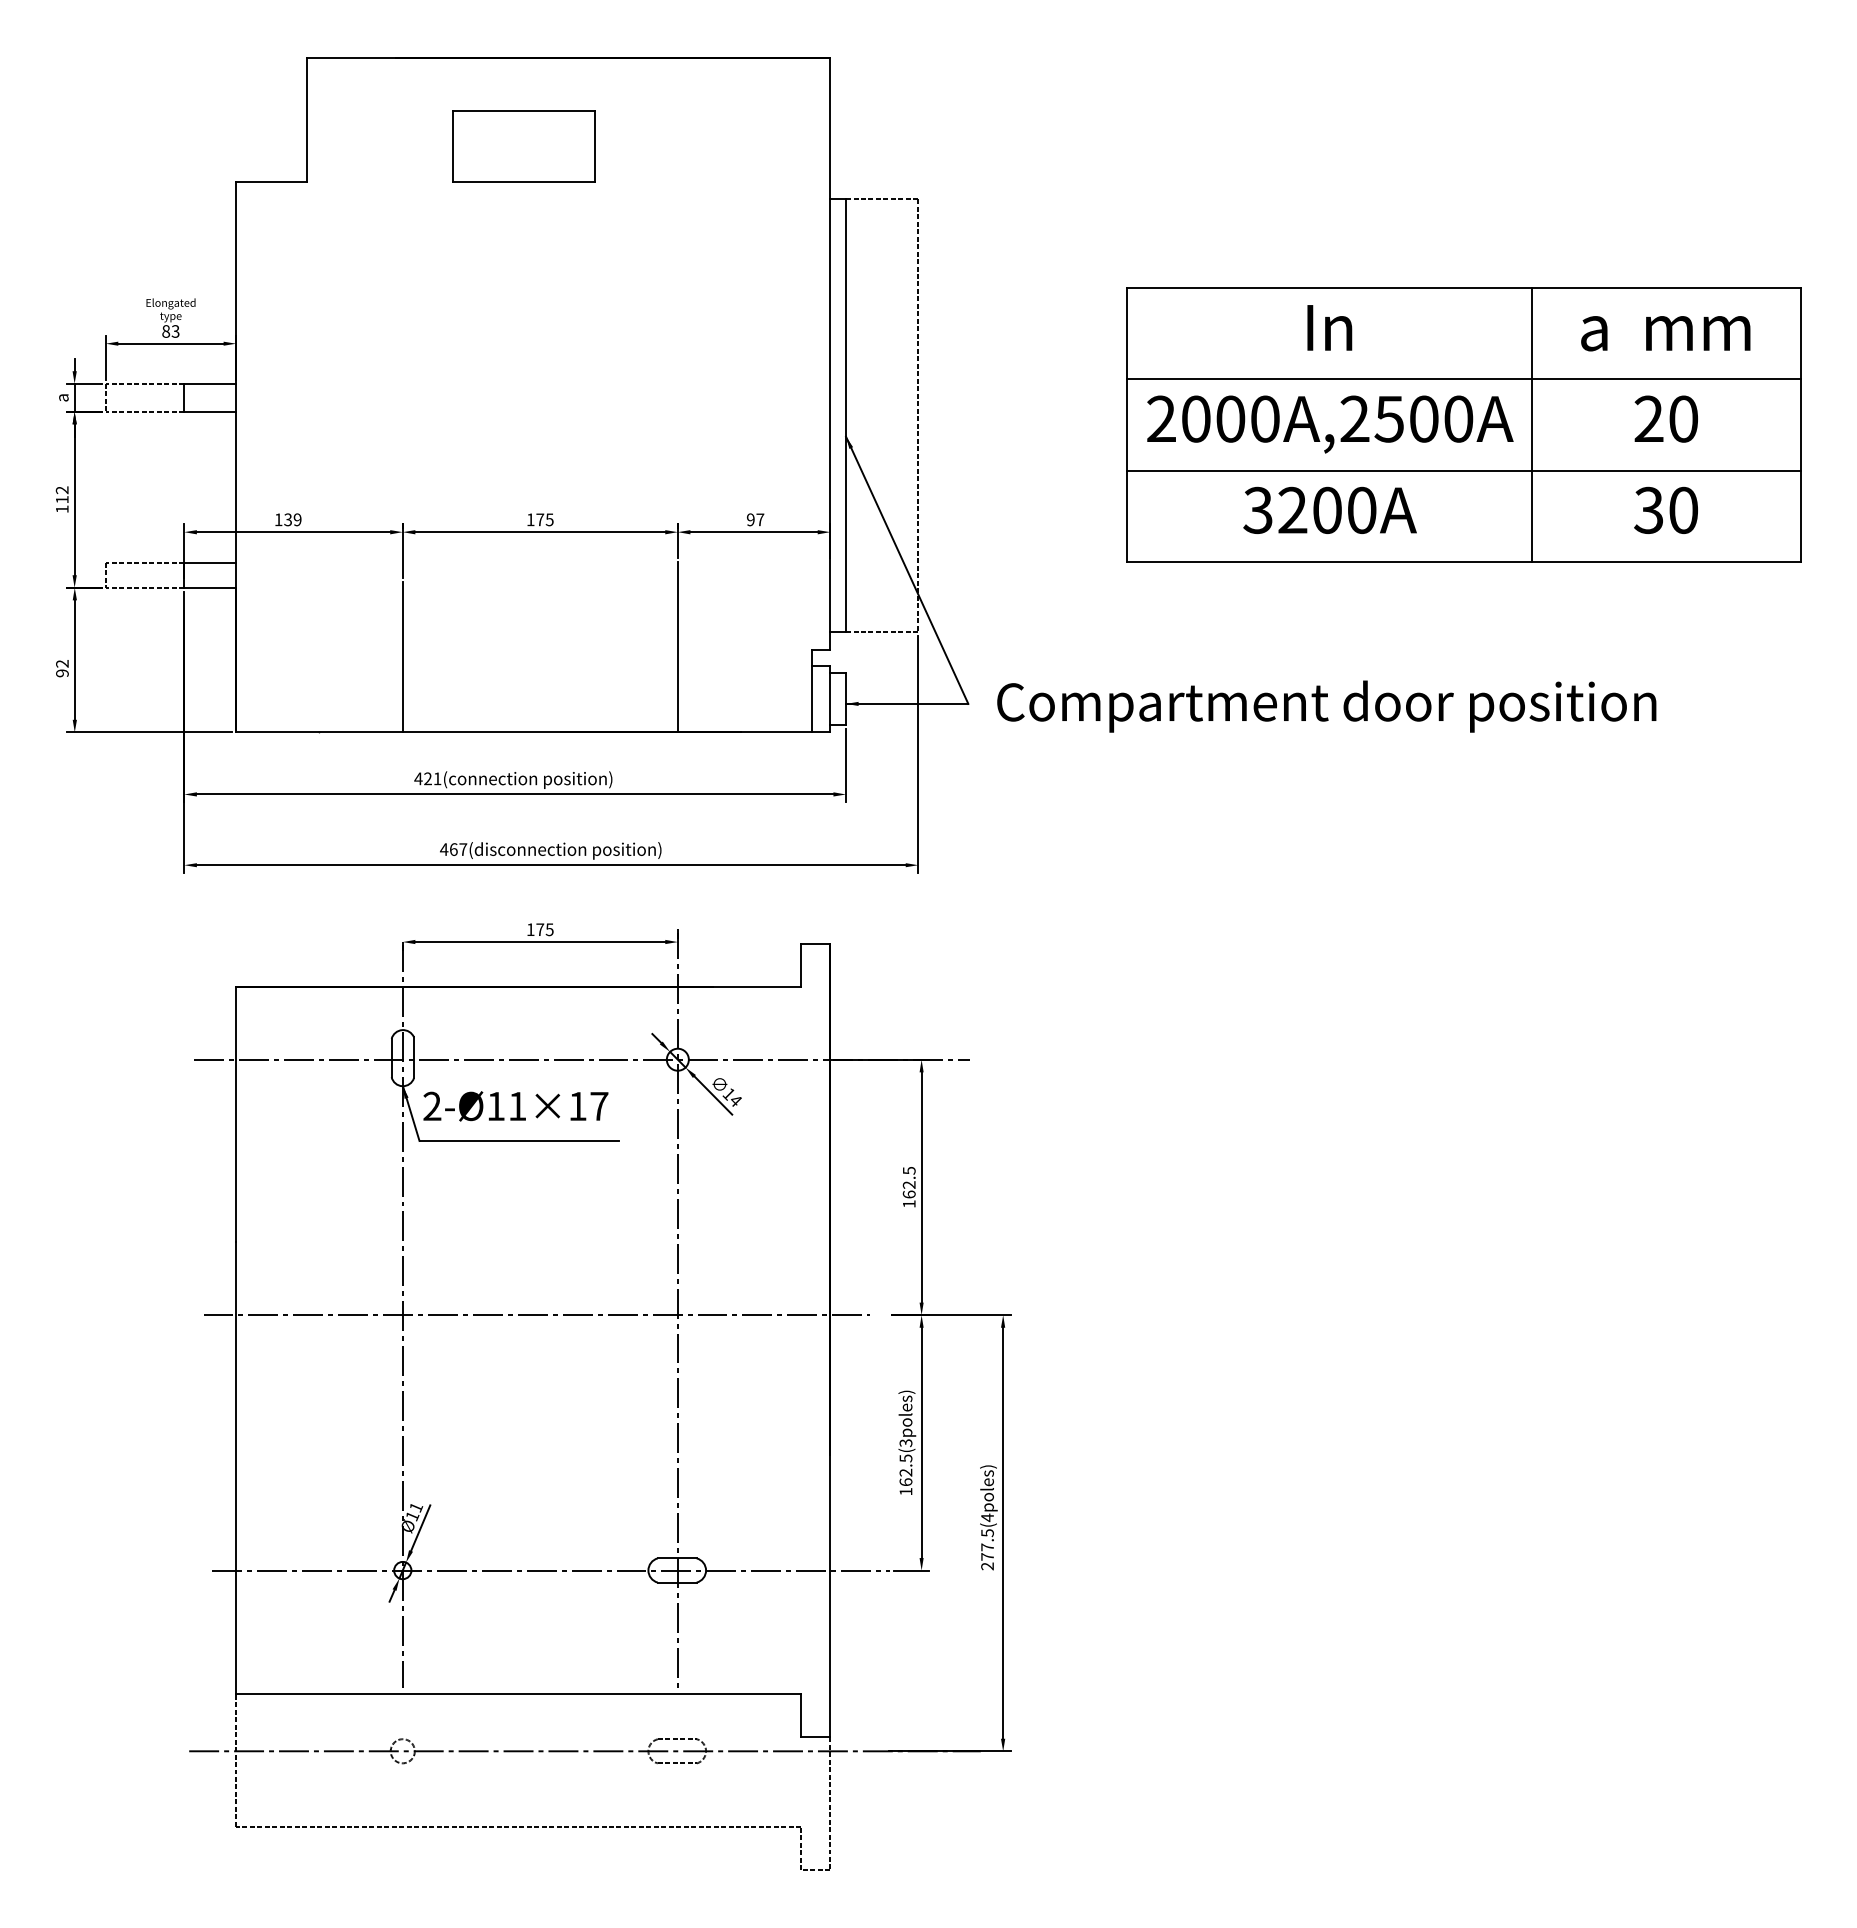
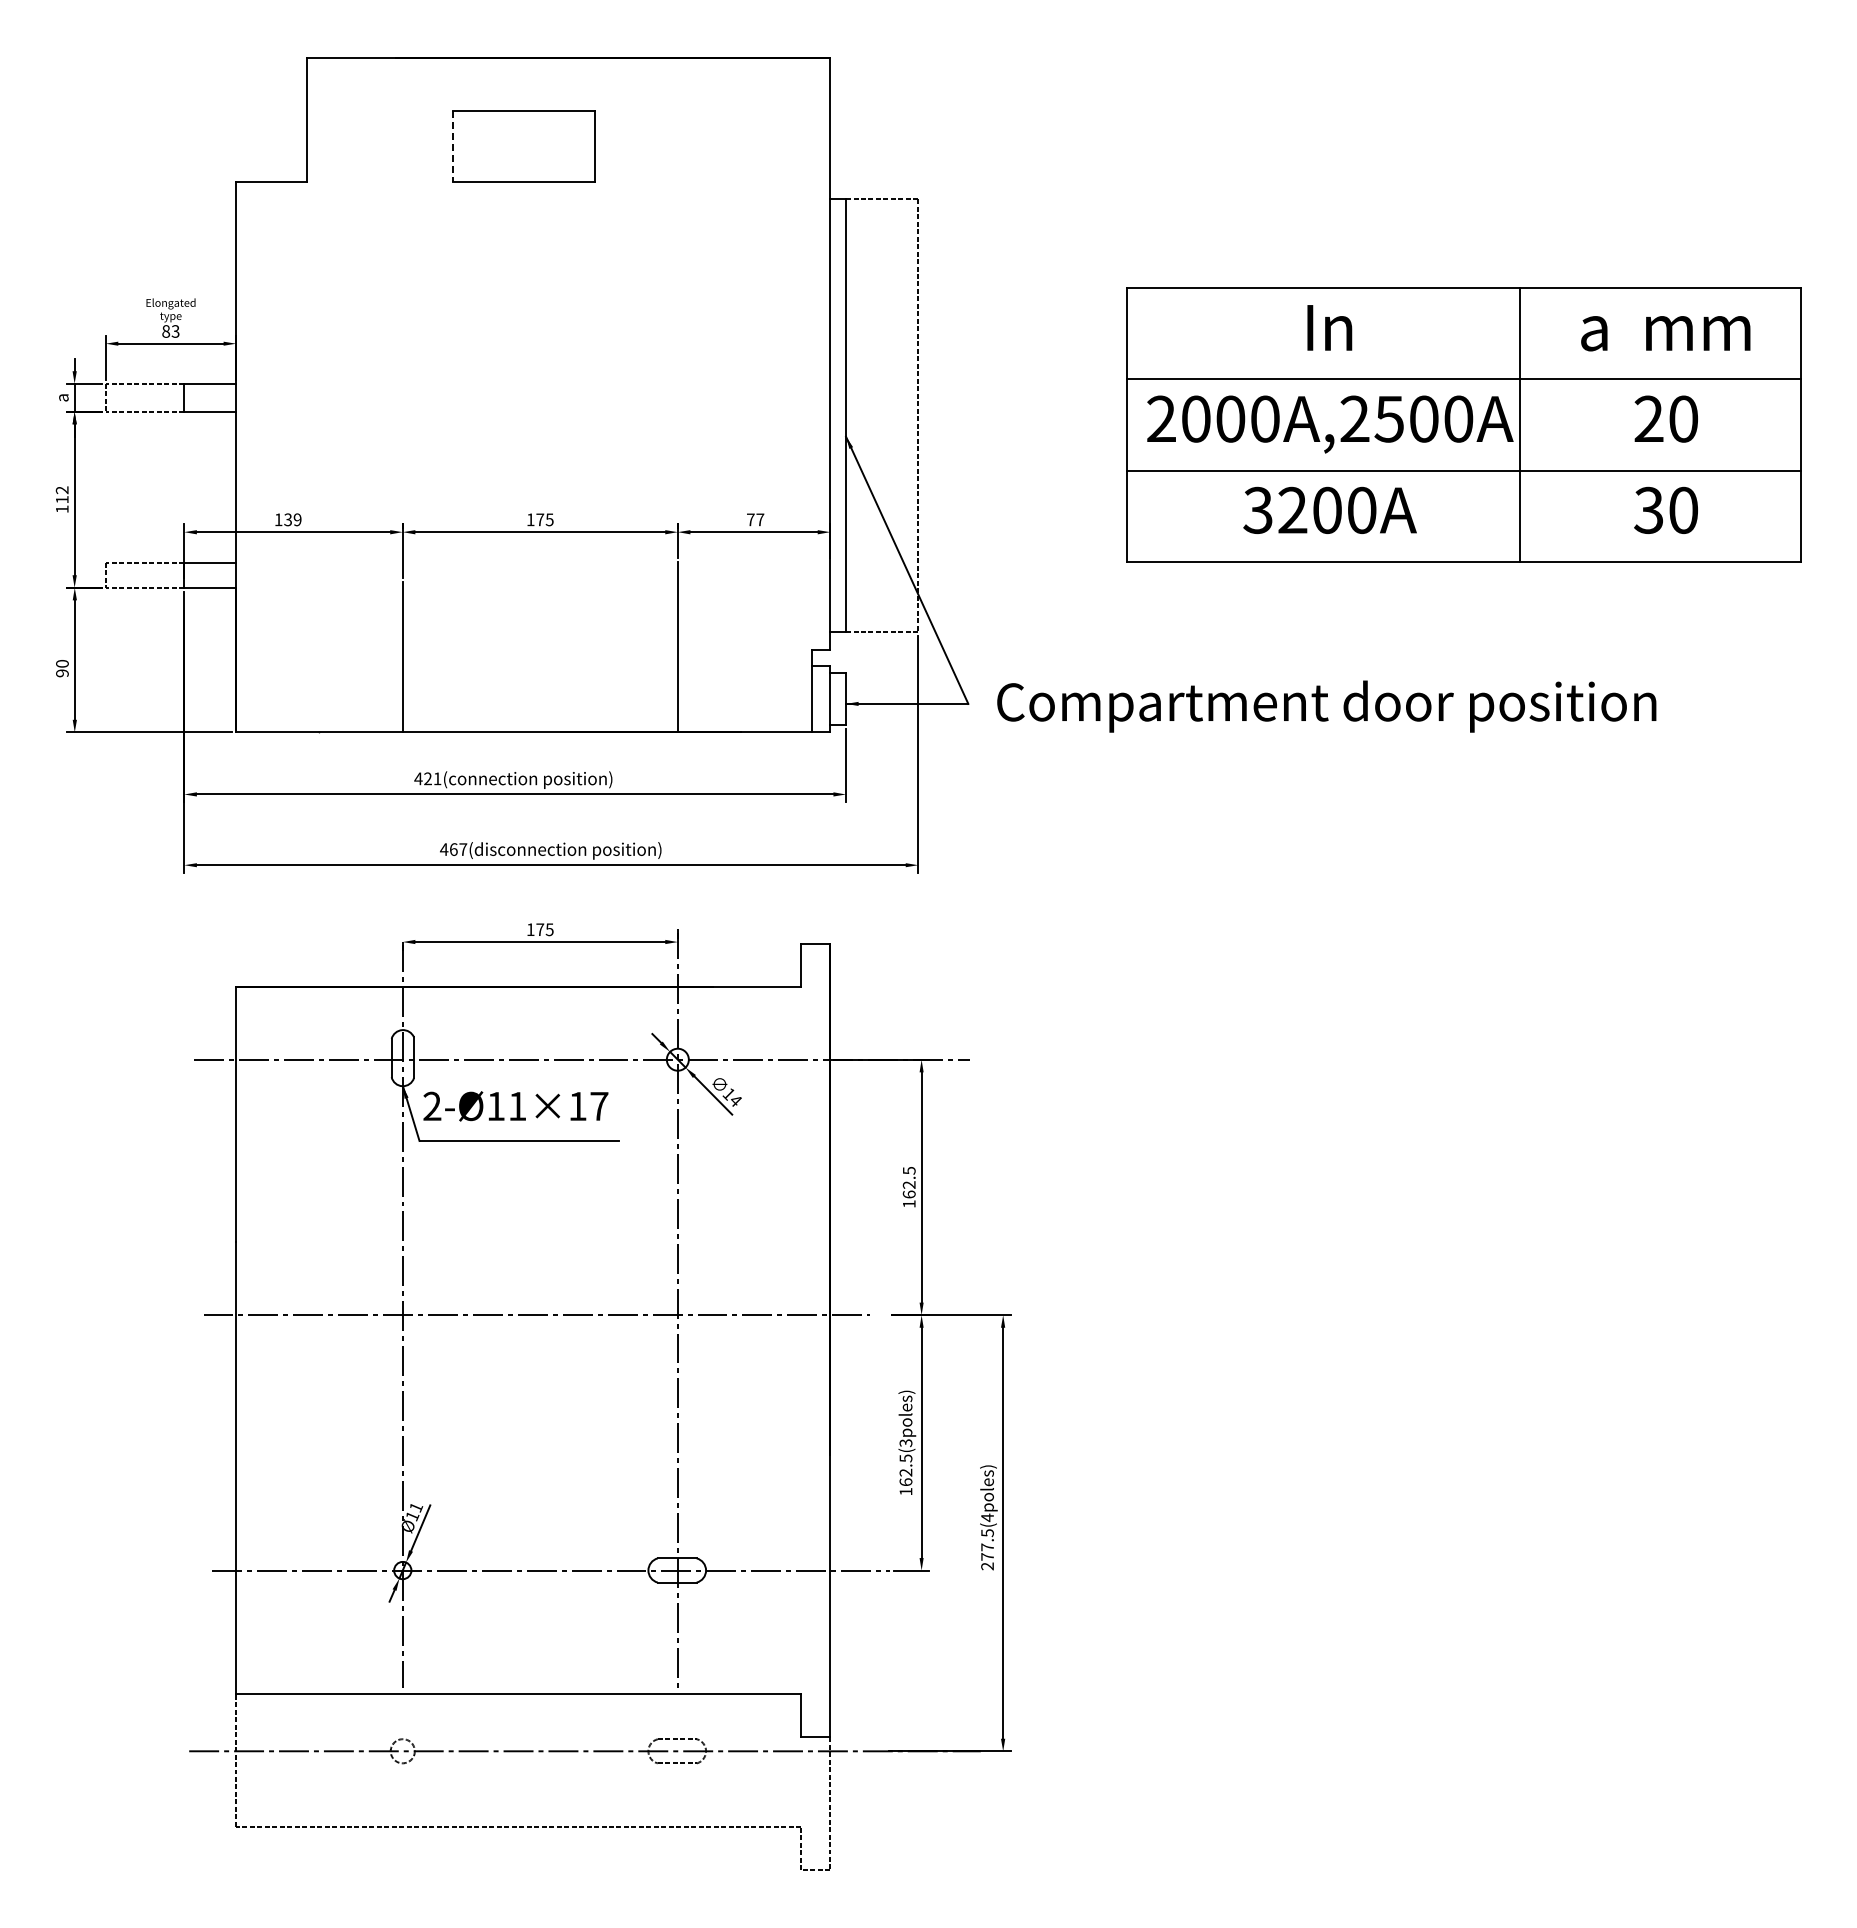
line at (453, 146): solid -> dashed
line at (1531, 425) position: (1531, 425) -> (1519, 425)
text at (750, 519): 97 -> 77
text at (62, 663): 92 -> 90
